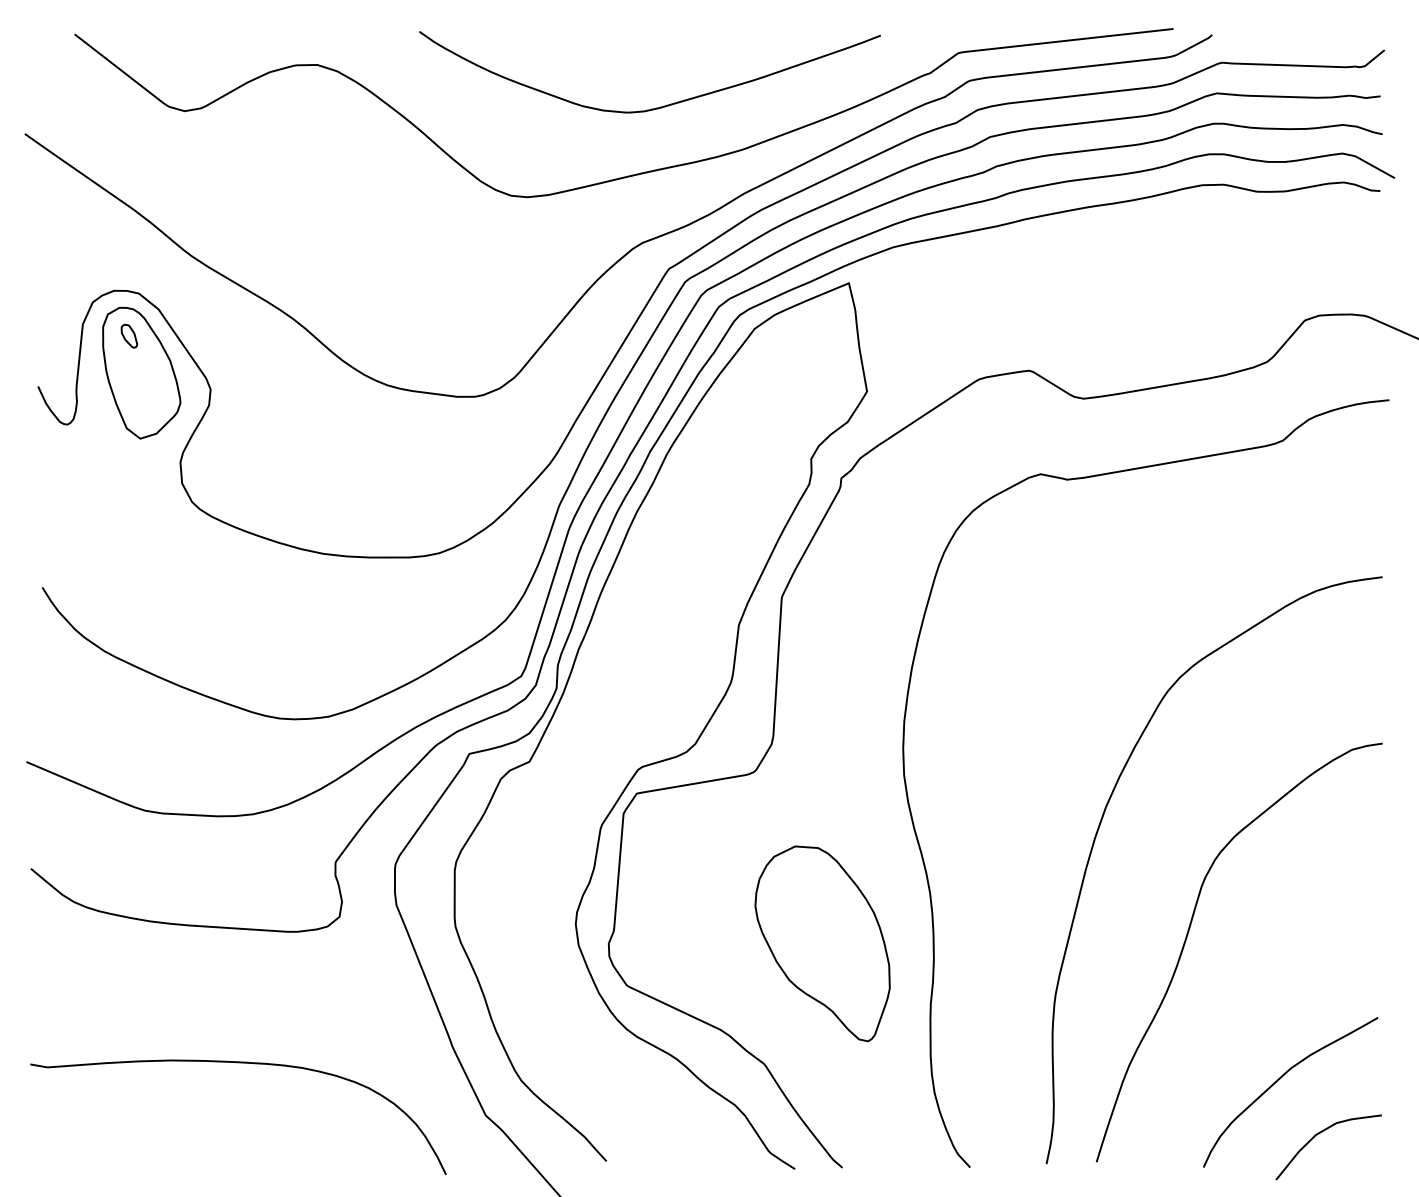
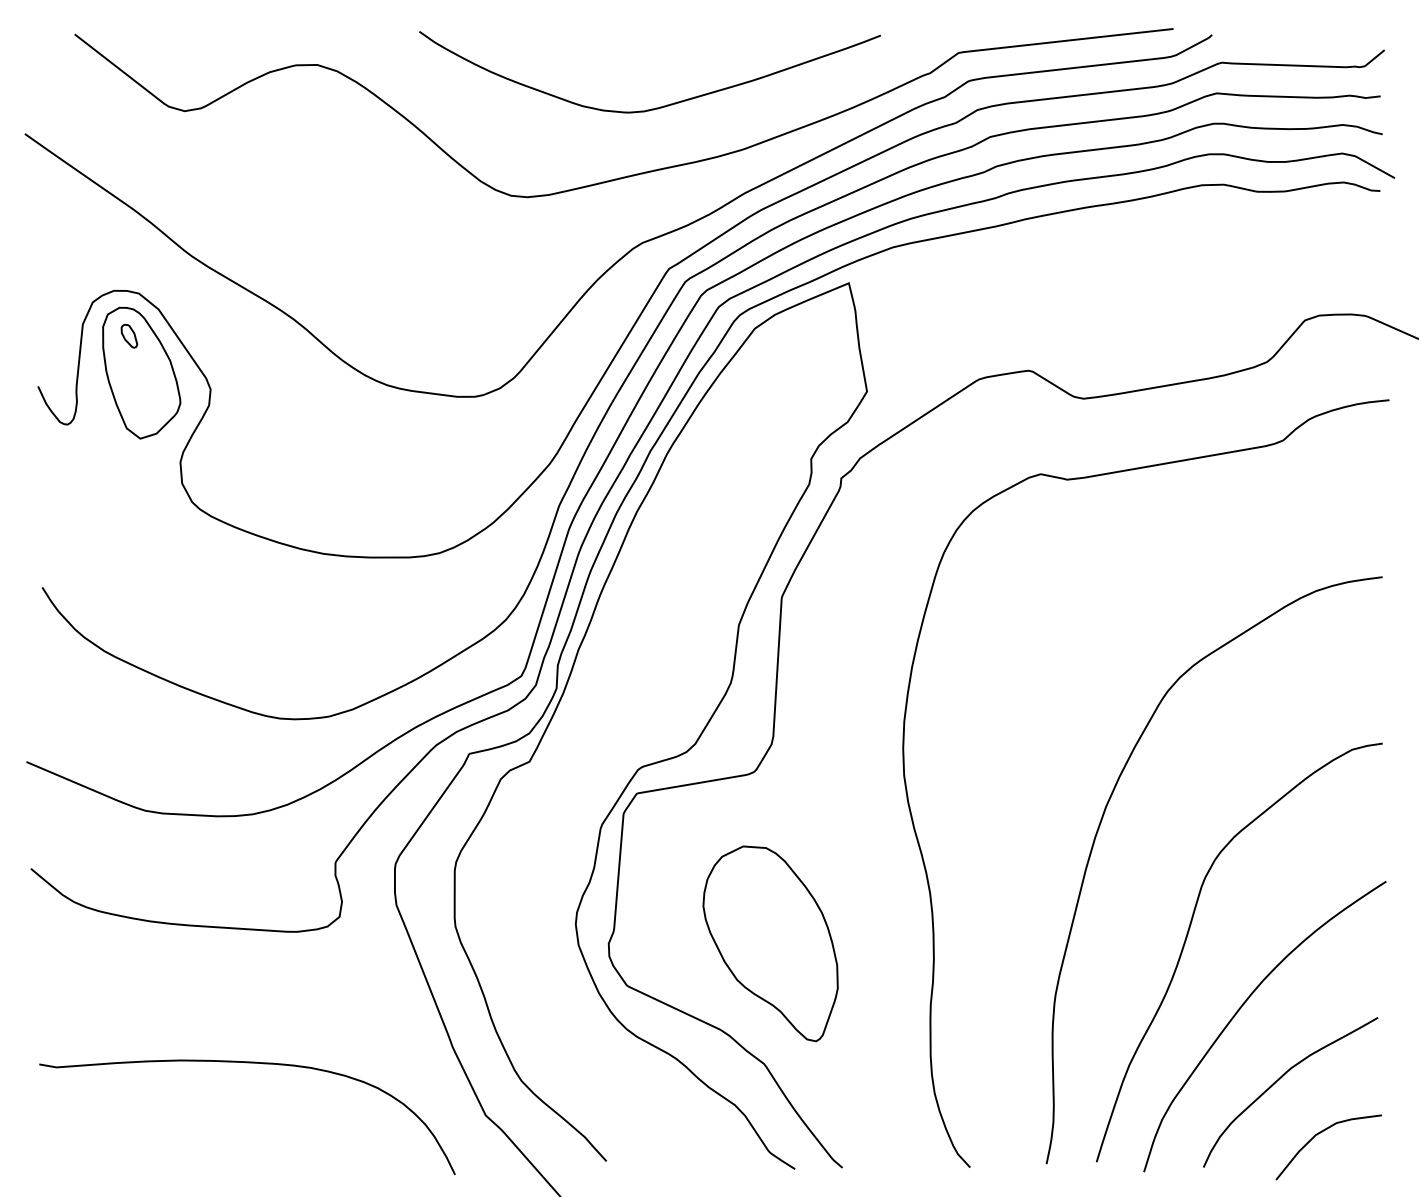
part at (822, 943) position: (822, 943) -> (770, 943)
curve at (1241, 1008): none -> present
curve at (238, 1063) position: (238, 1063) -> (247, 1063)
